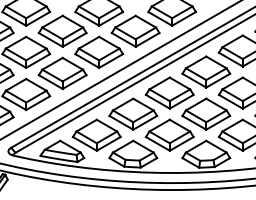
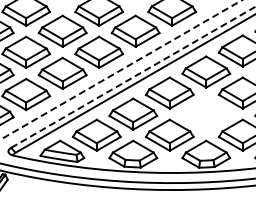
line at (121, 70): solid -> dashed
line at (133, 76): solid -> dashed
part at (206, 113): present -> none
